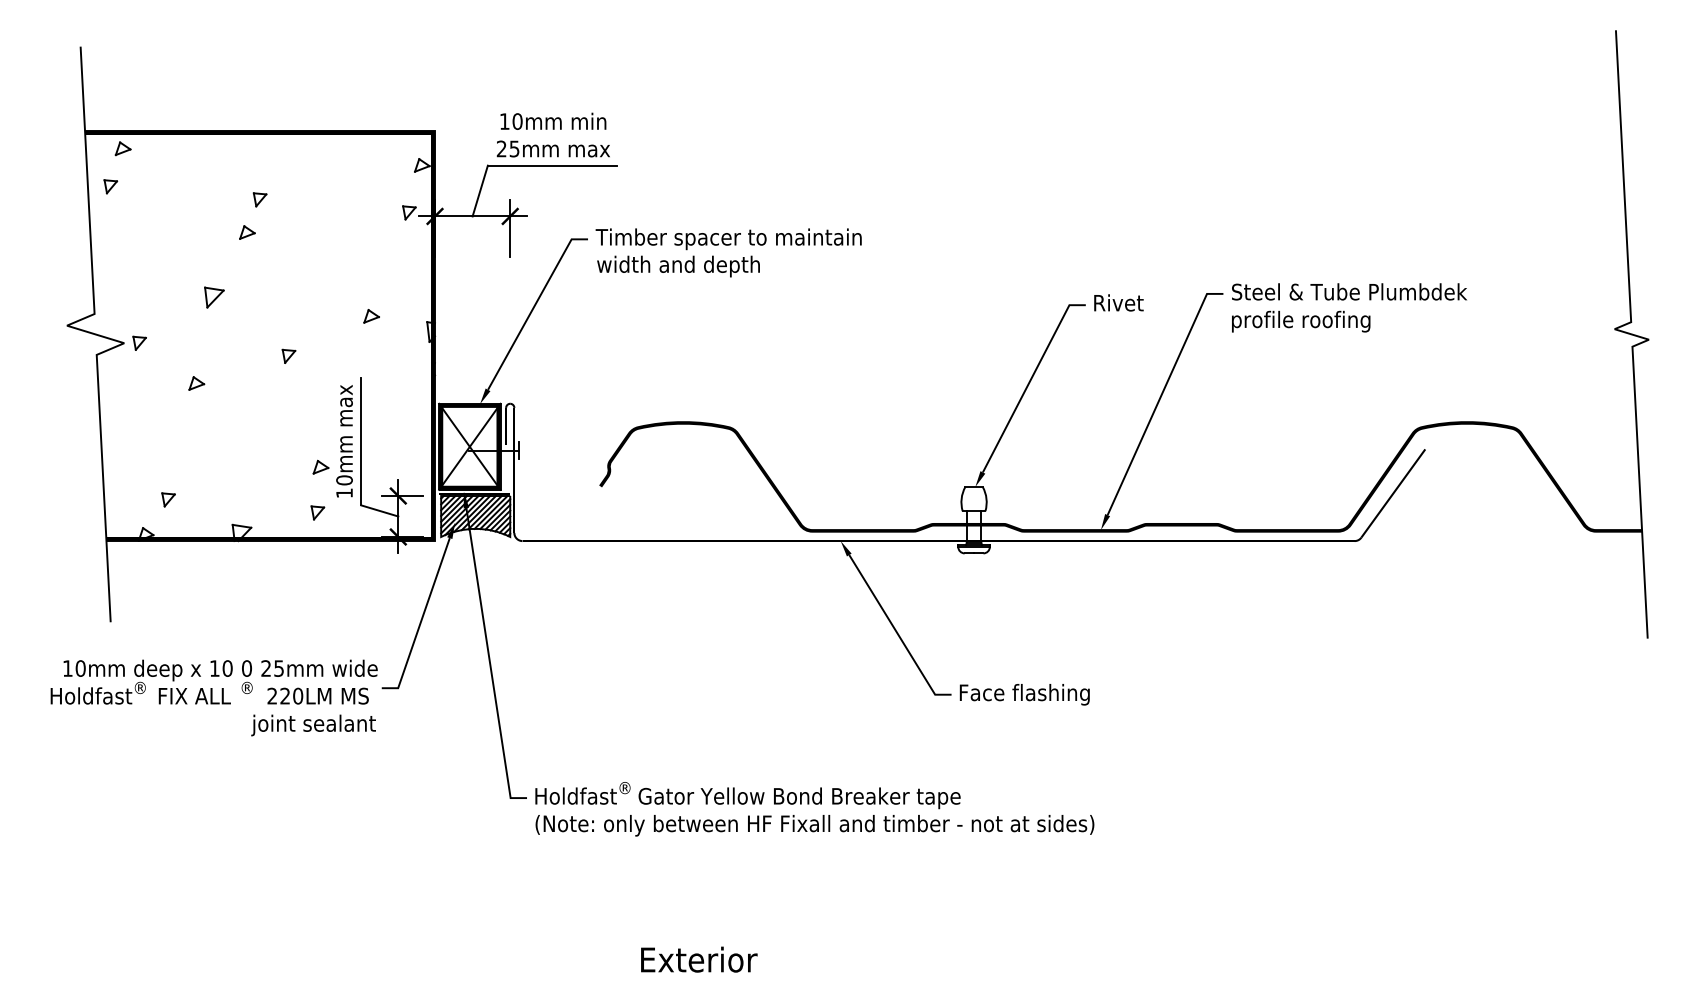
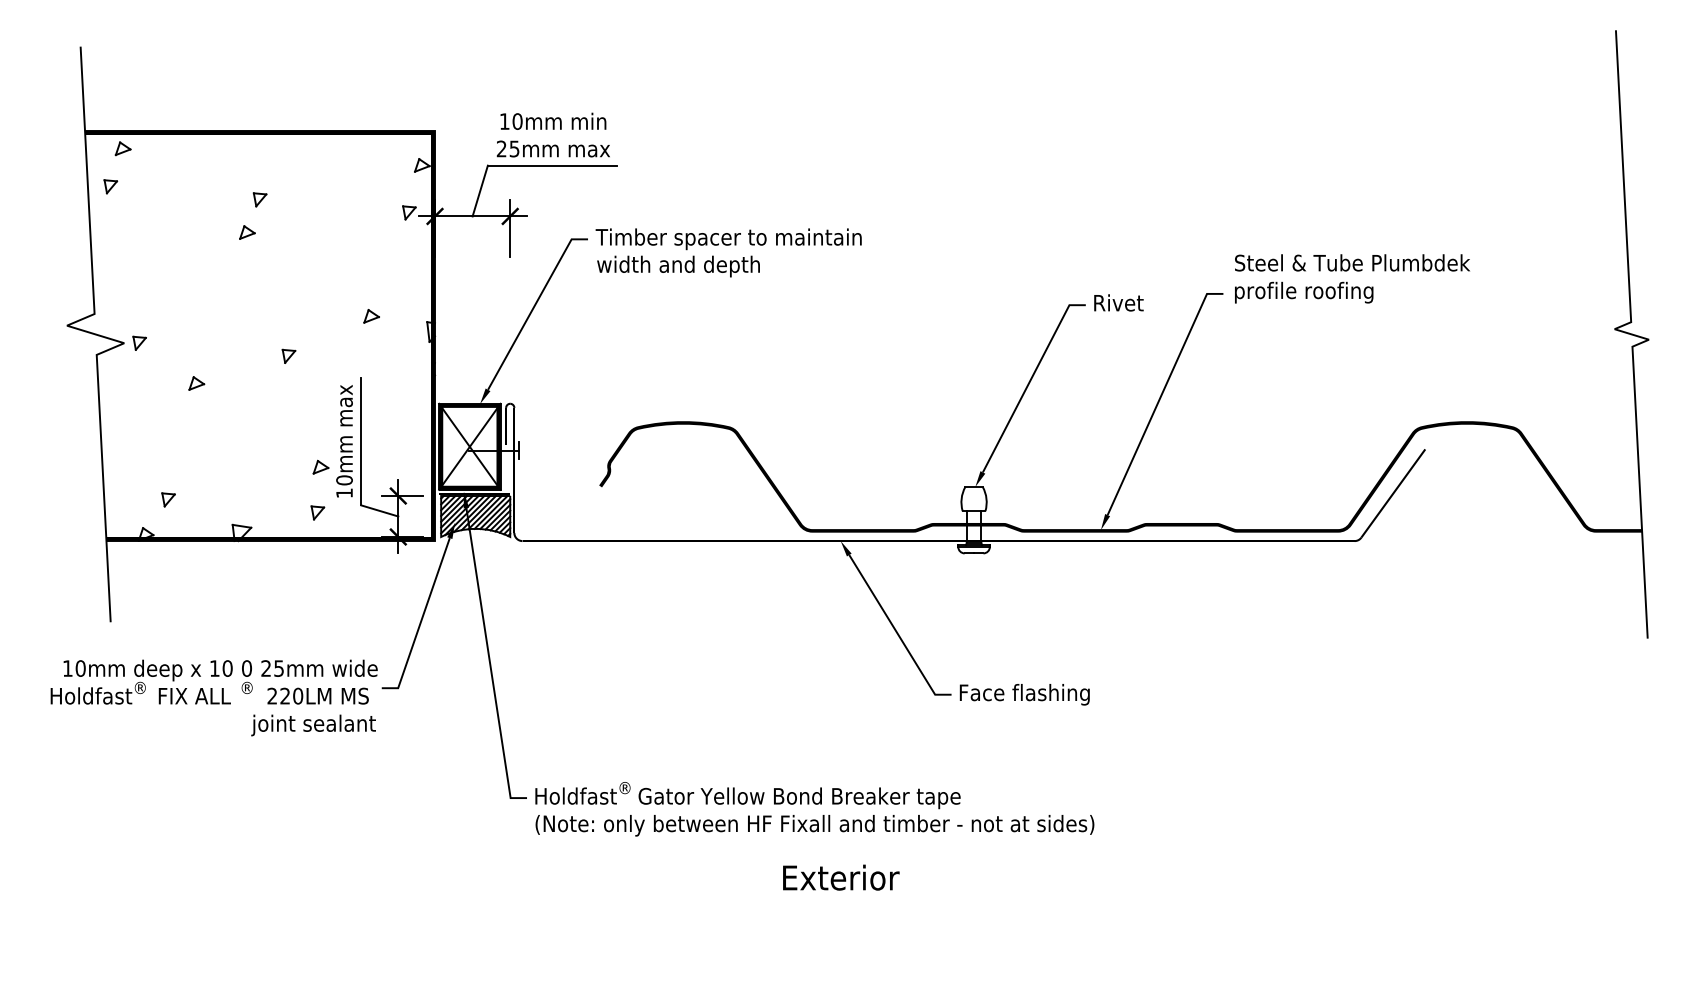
part at (214, 297): present -> none
text at (1349, 307) position: (1349, 307) -> (1352, 278)
text at (699, 959) position: (699, 959) -> (841, 877)
